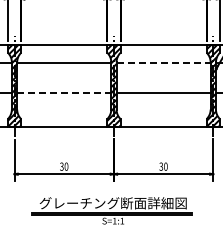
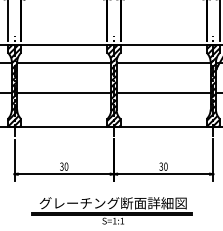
line at (164, 62): dashed -> solid
line at (64, 92): dashed -> solid
